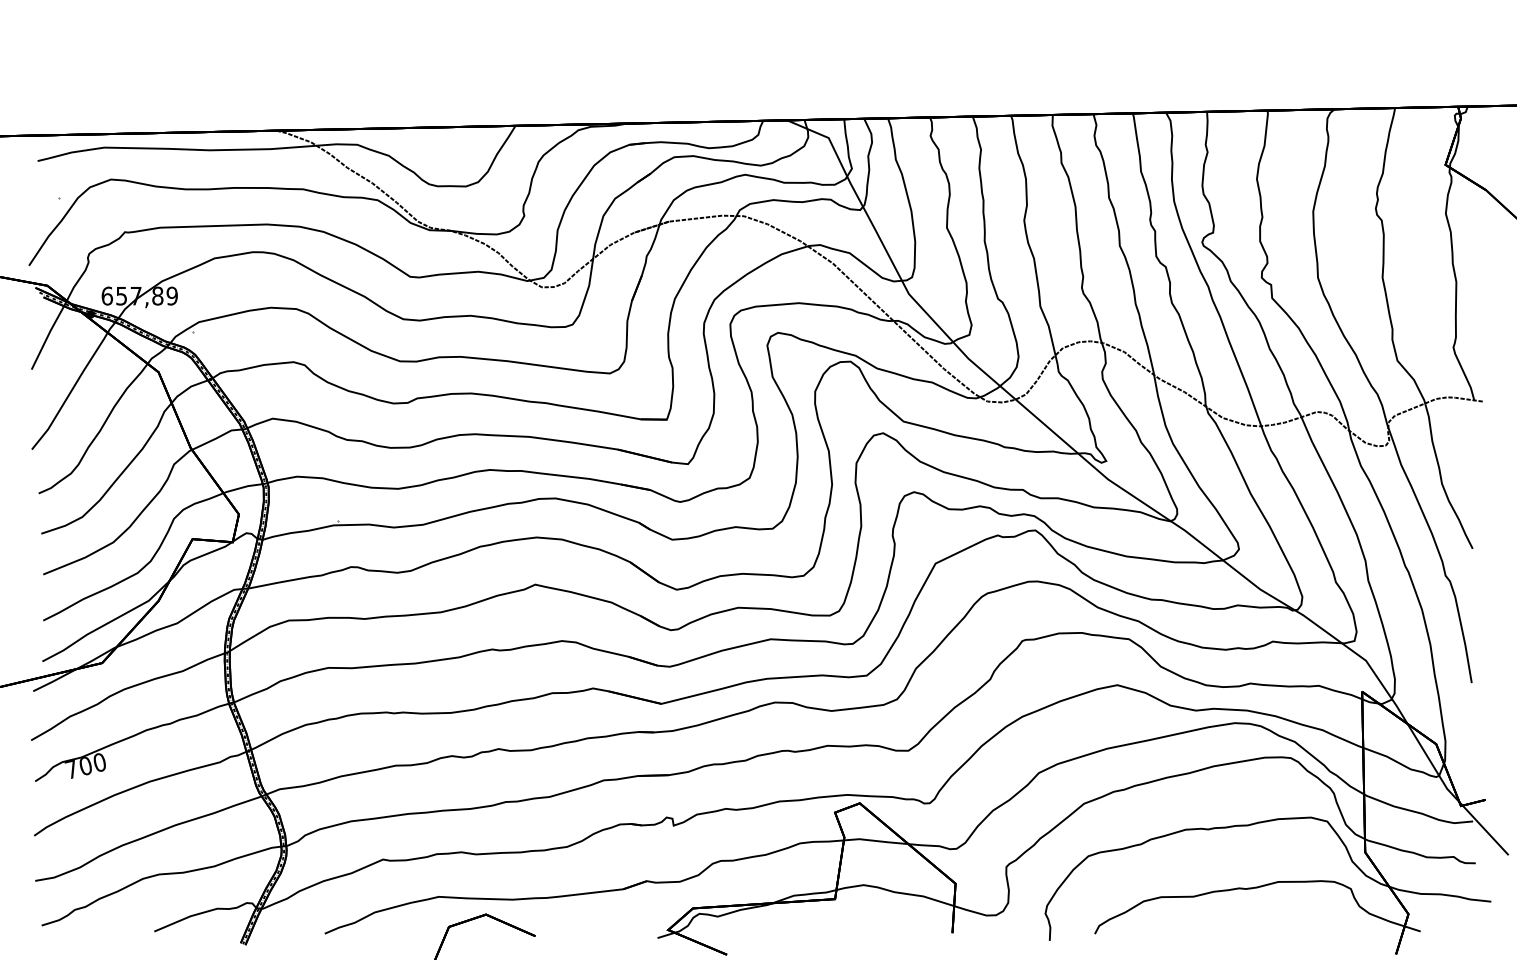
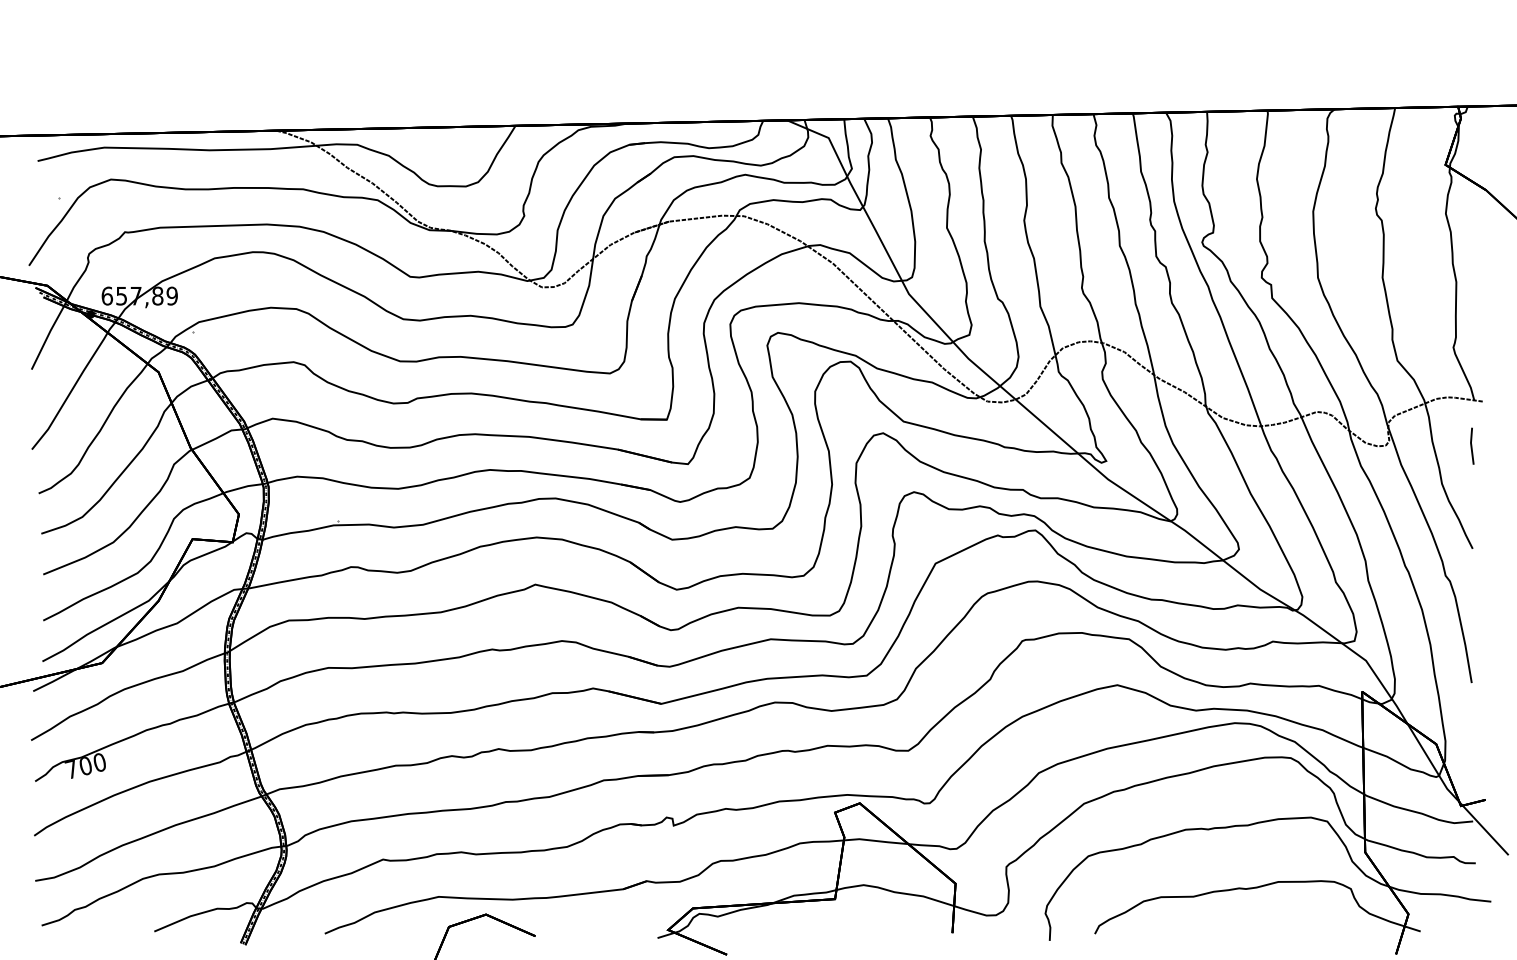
line at (1472, 445): none -> present
